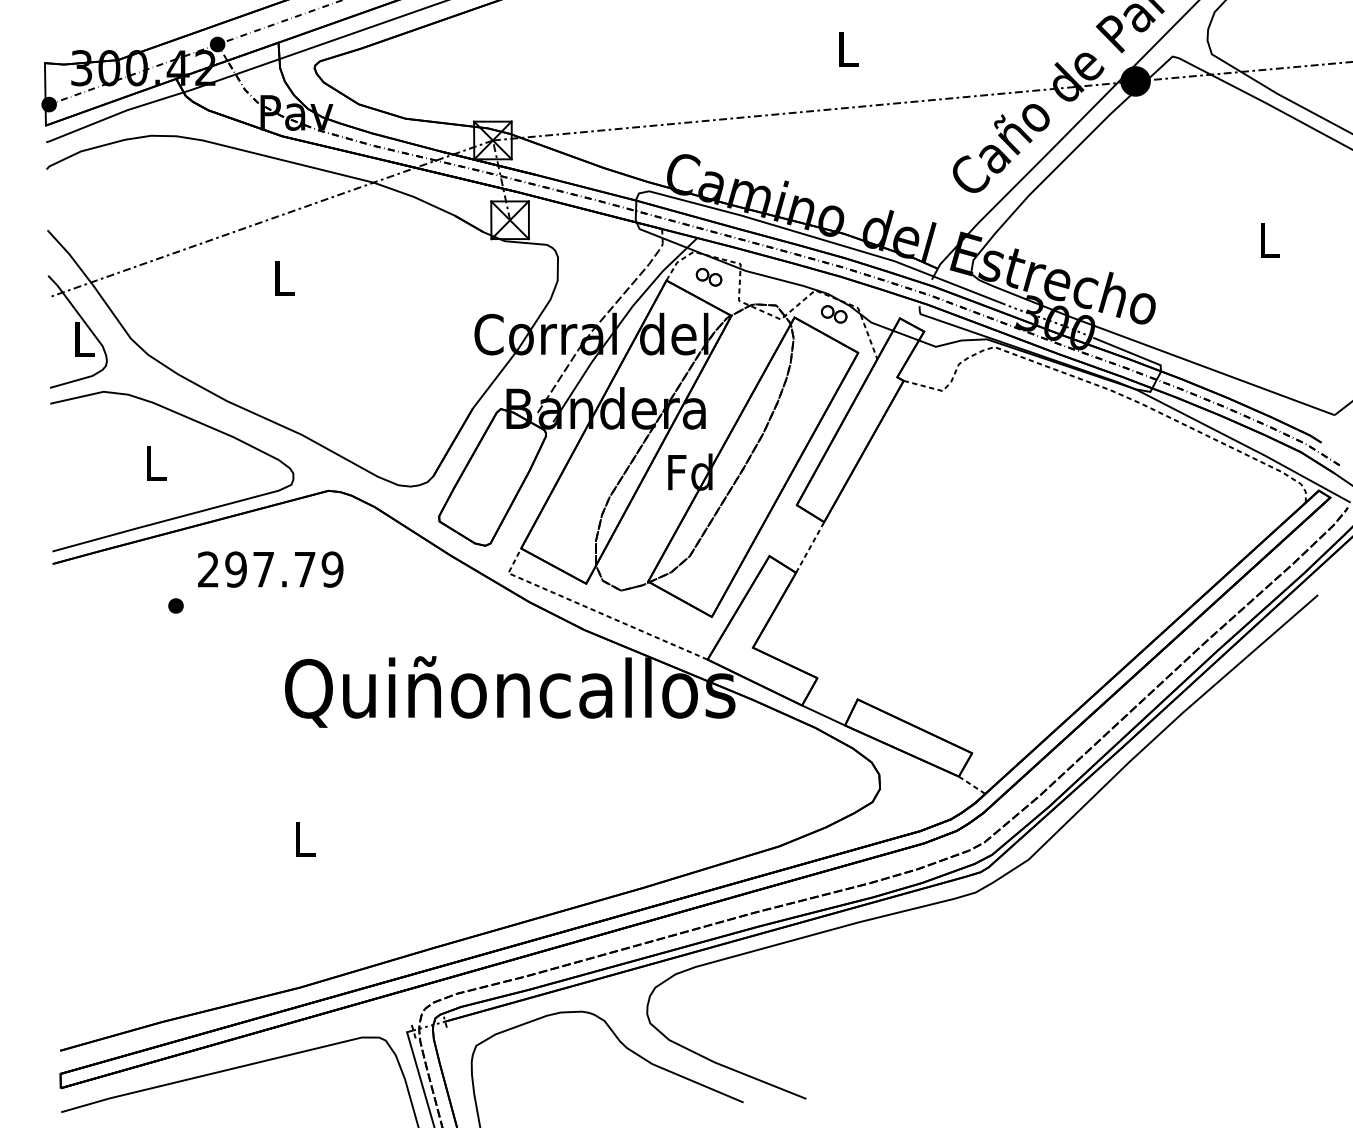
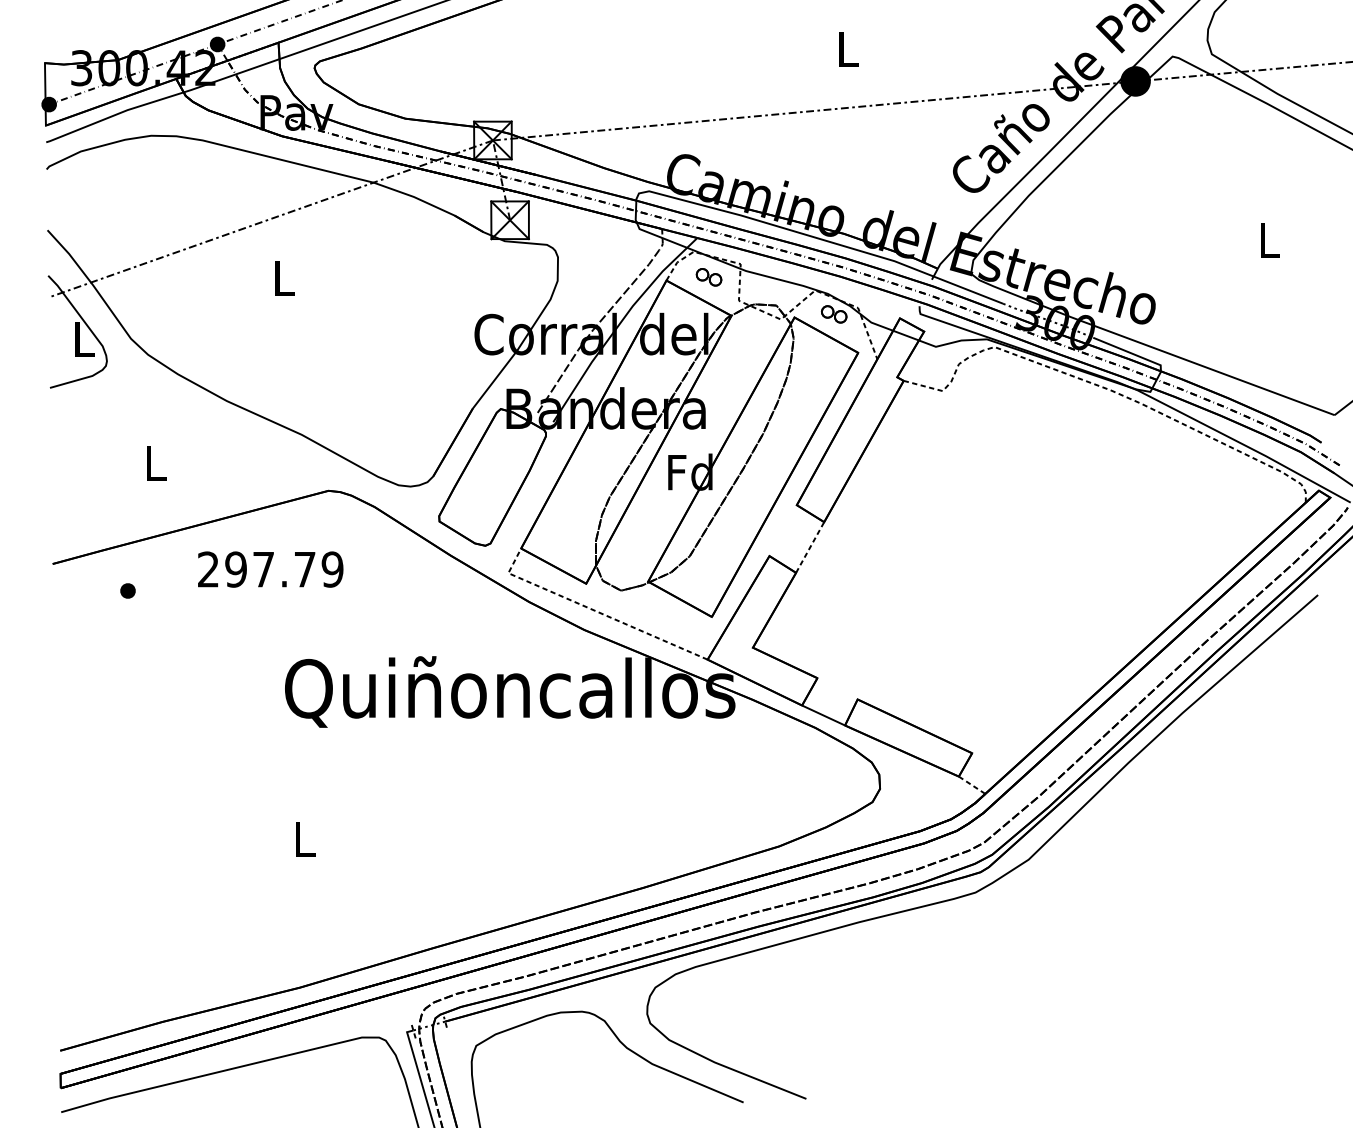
curve at (184, 514): present -> none
part at (175, 605) position: (175, 605) -> (127, 590)
